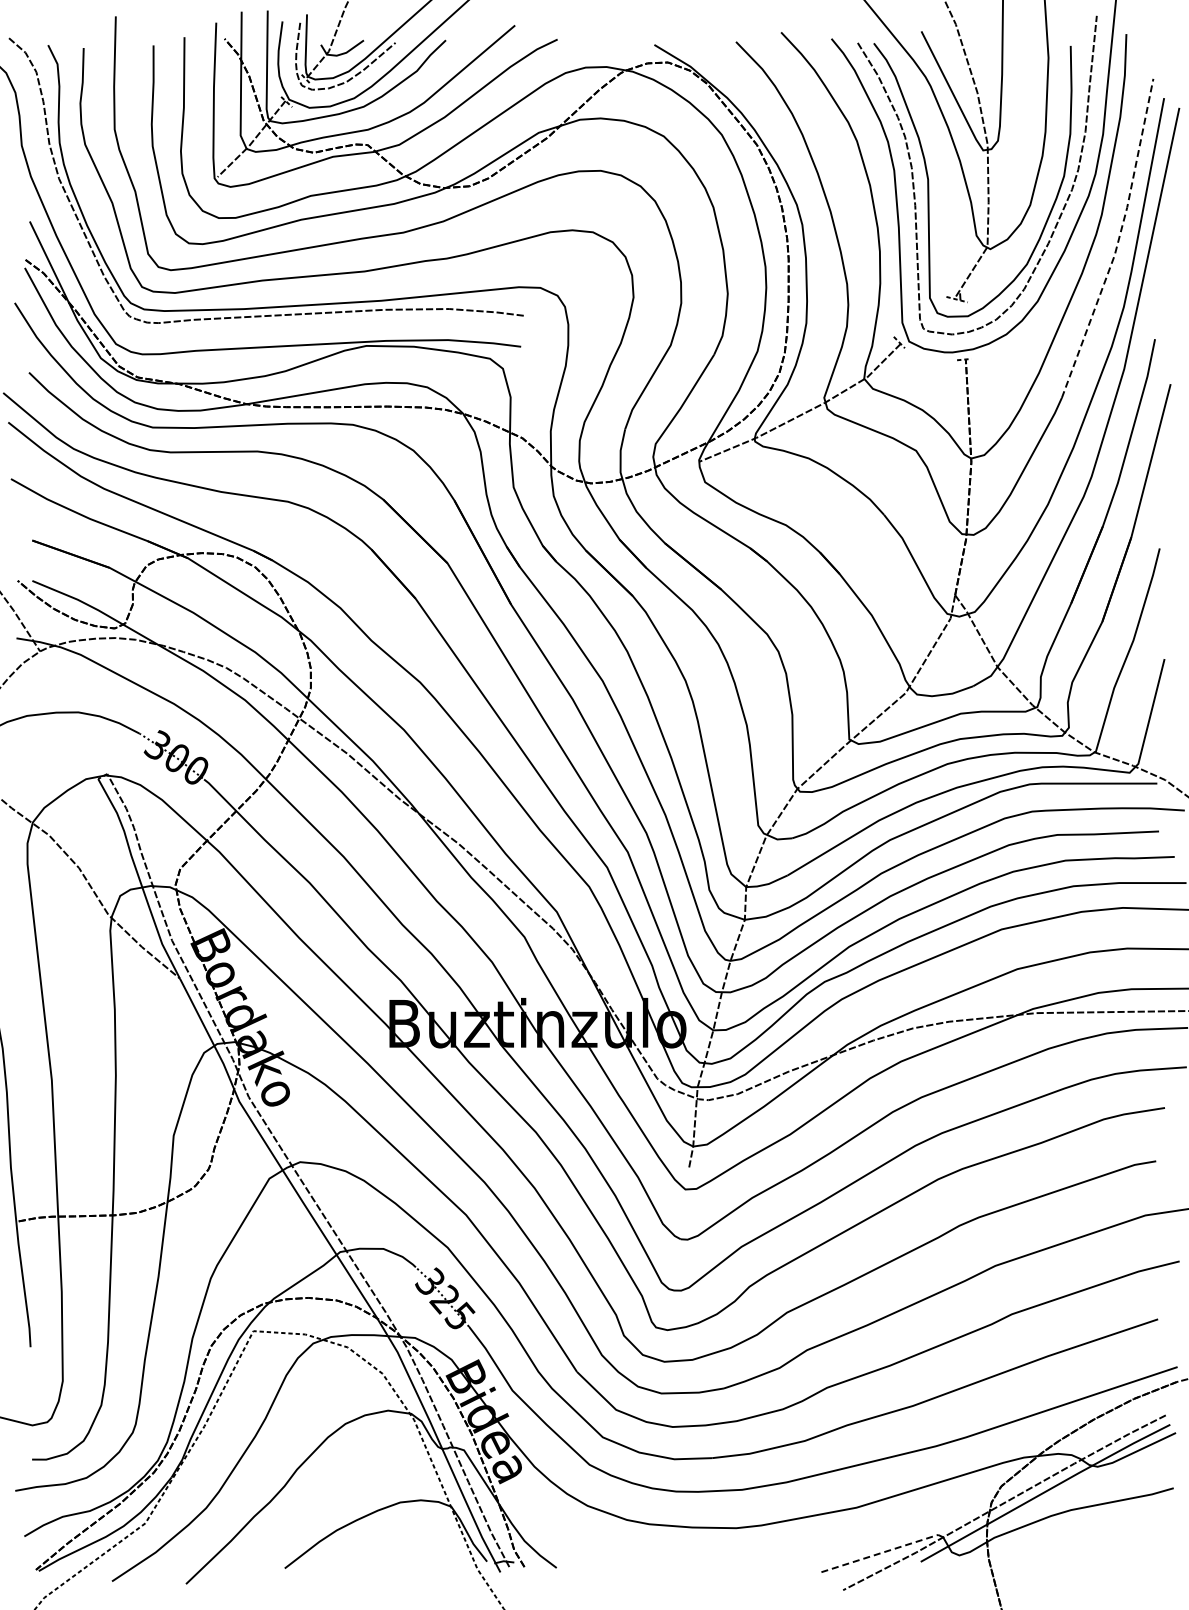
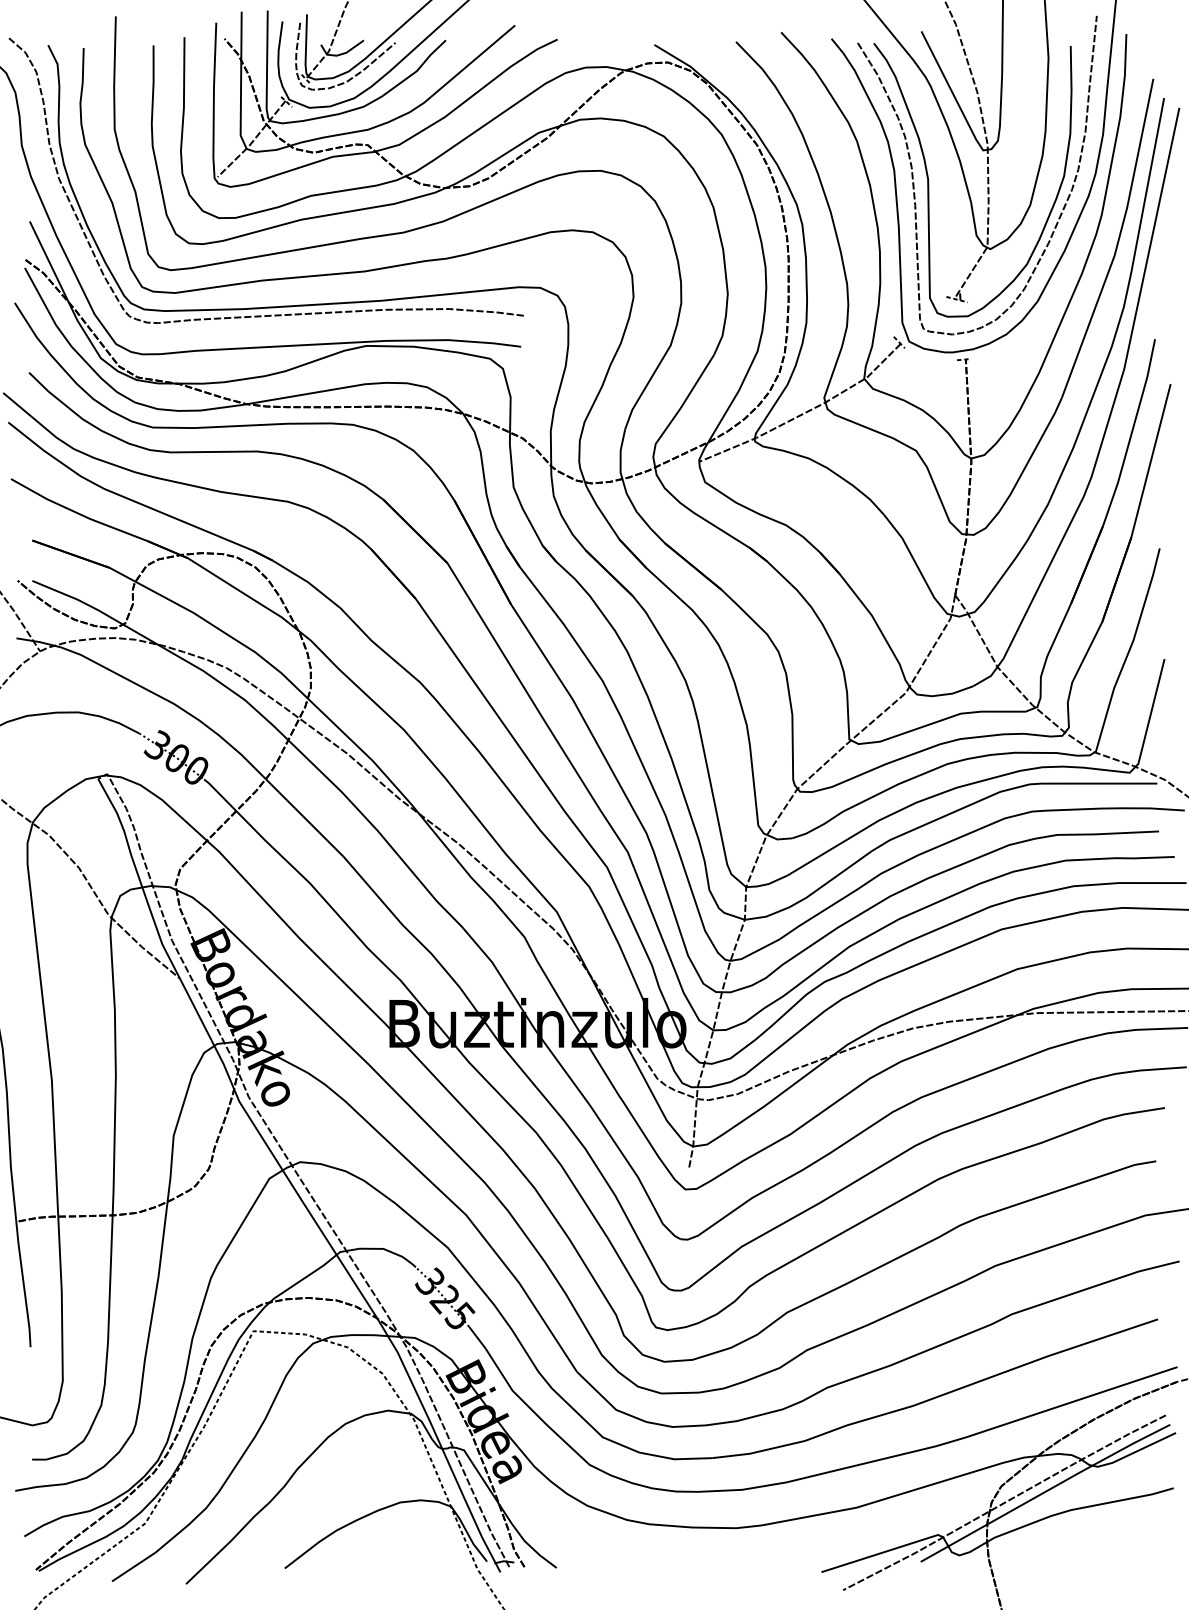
line at (1118, 241): dashed -> solid
line at (883, 1552): dashed -> solid
